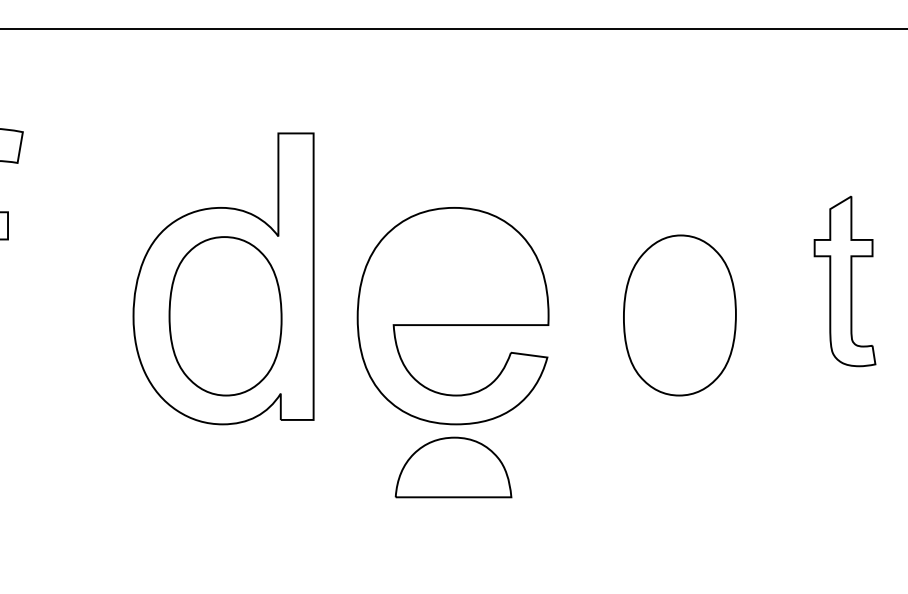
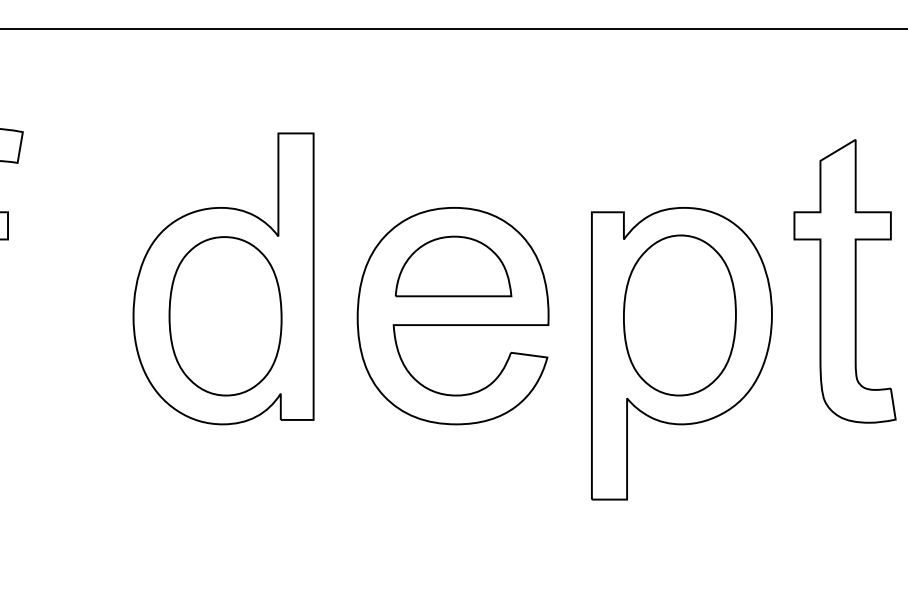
part at (844, 281) size: 64x173 px -> 104x285 px
part at (681, 353): none -> present
part at (453, 467) position: (453, 467) -> (453, 266)
